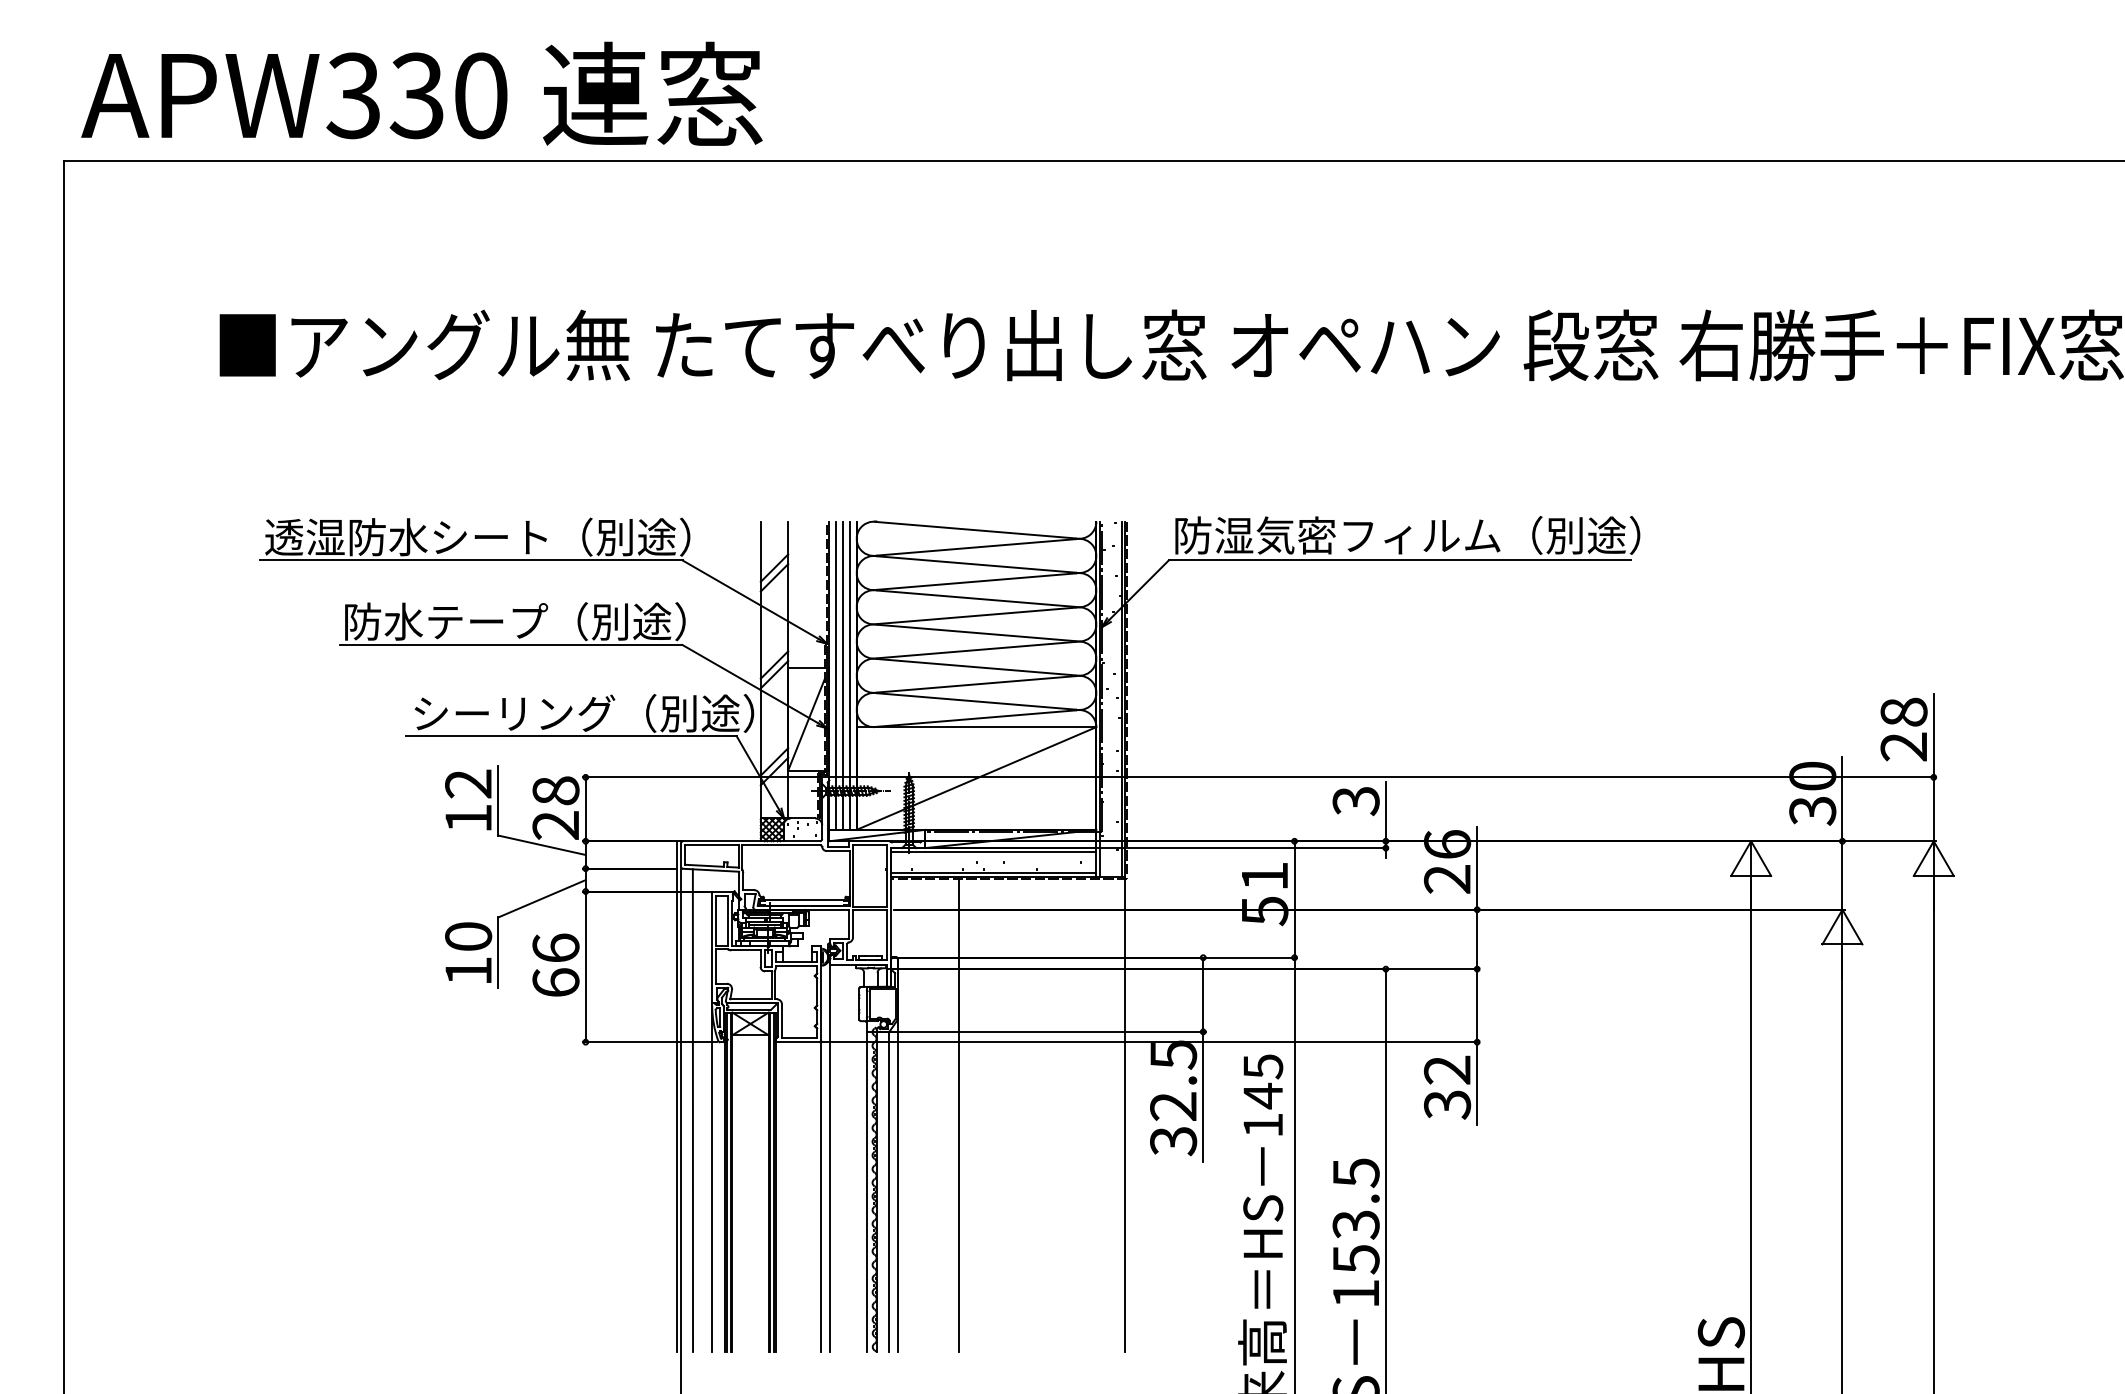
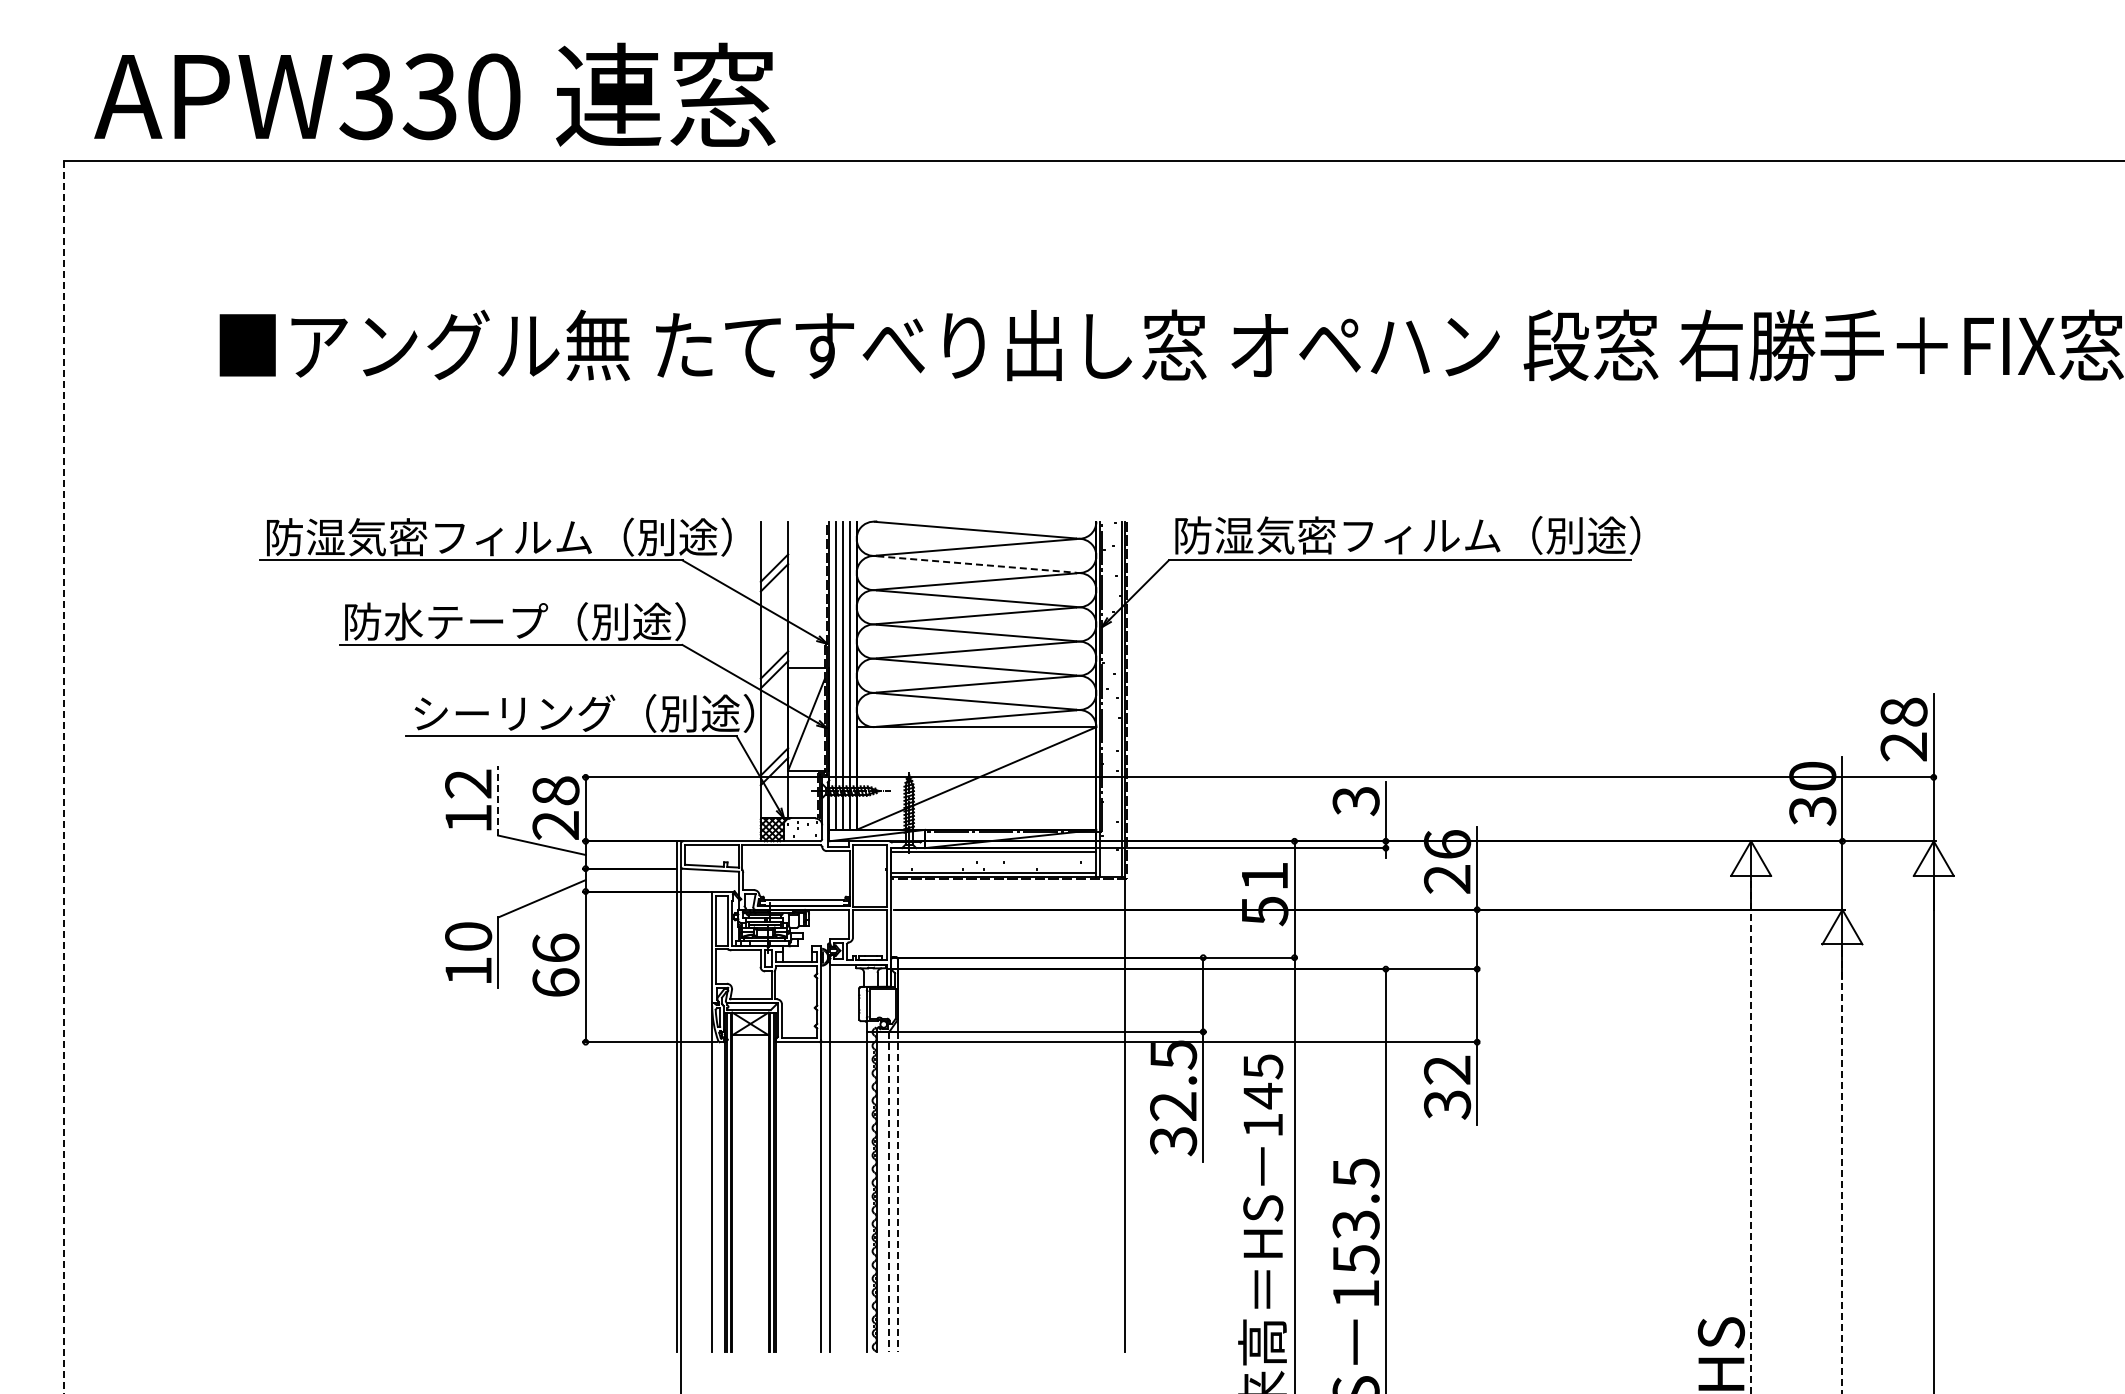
text at (421, 93) position: (421, 93) -> (434, 94)
text at (498, 536): 透湿防水シート（別途） -> 防湿気密フィルム（別途）
line at (976, 564): solid -> dashed
line at (63, 777): solid -> dashed
line at (498, 800): solid -> dashed
line at (692, 1110): present -> none
line at (959, 1114): present -> none
line at (1751, 1138): solid -> dashed
line at (1842, 1171): solid -> dashed
line at (889, 1192): solid -> dashed
line at (897, 1192): solid -> dashed
